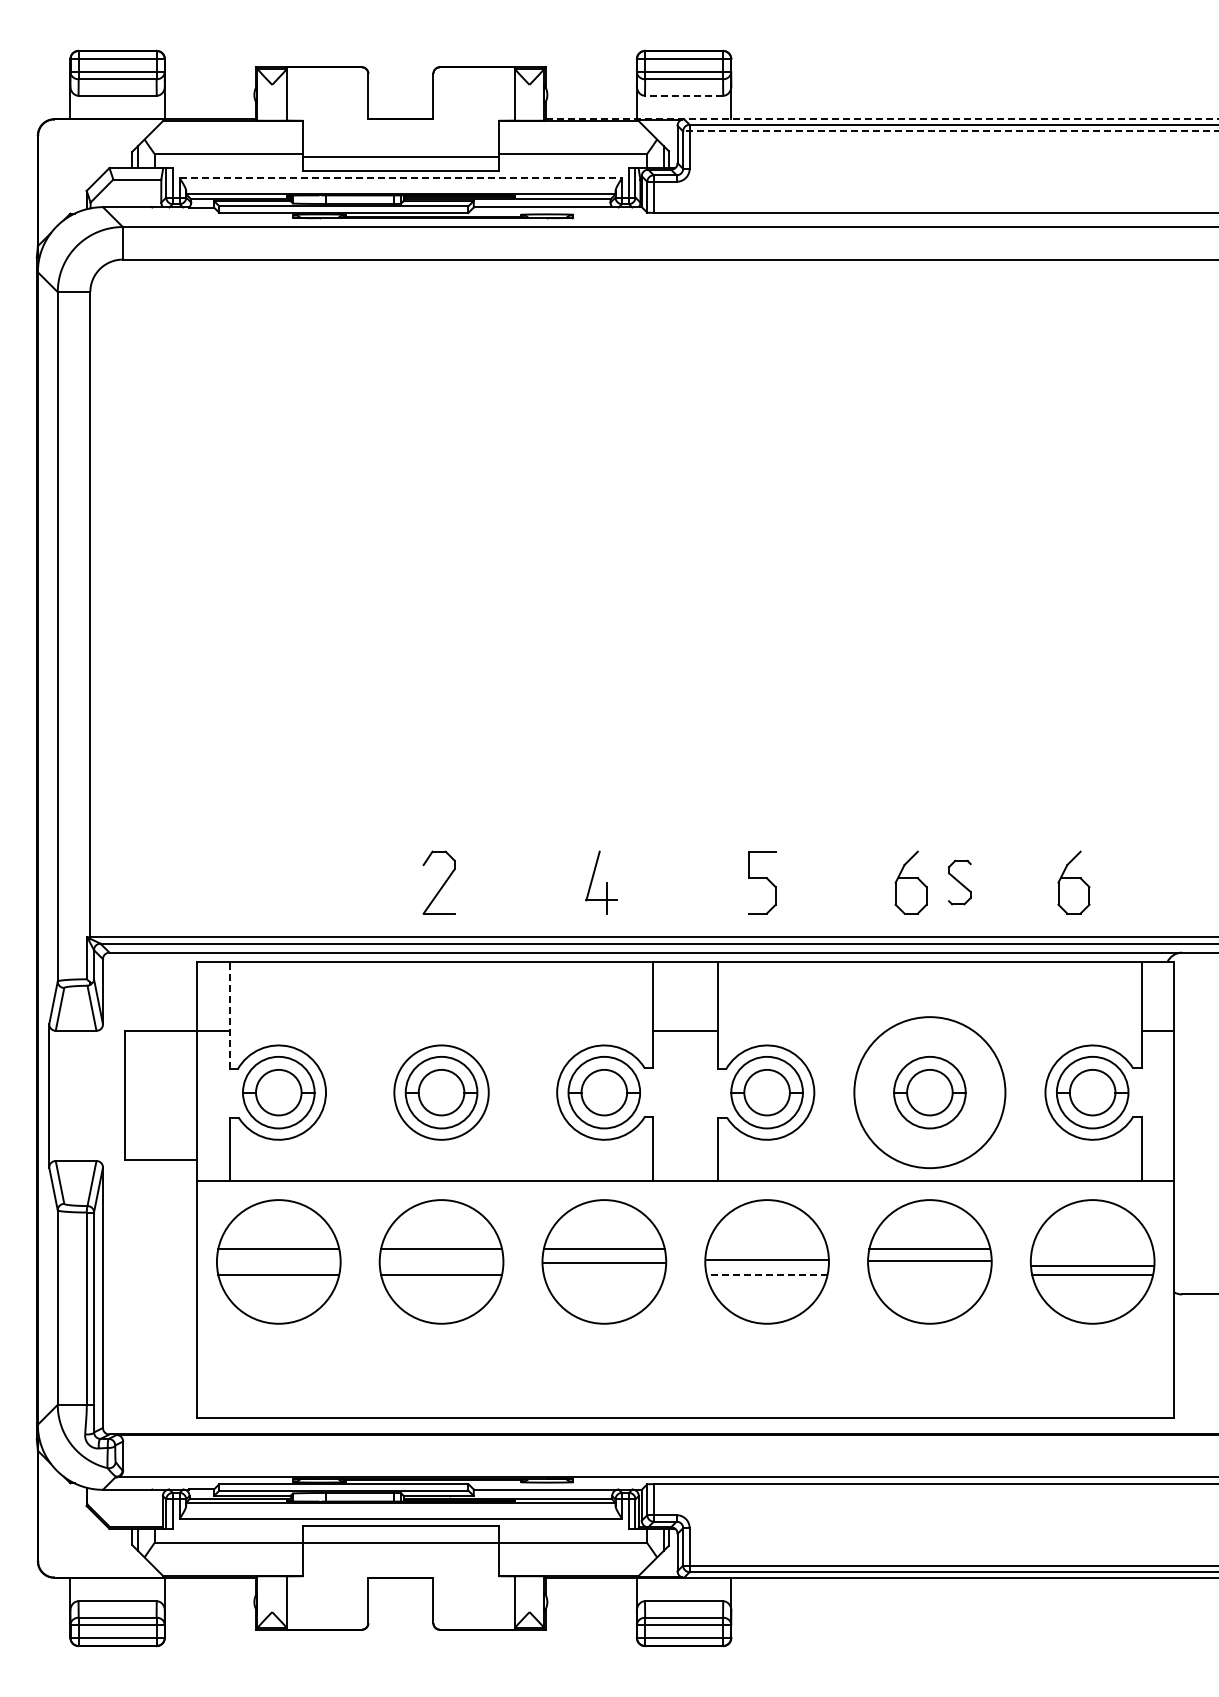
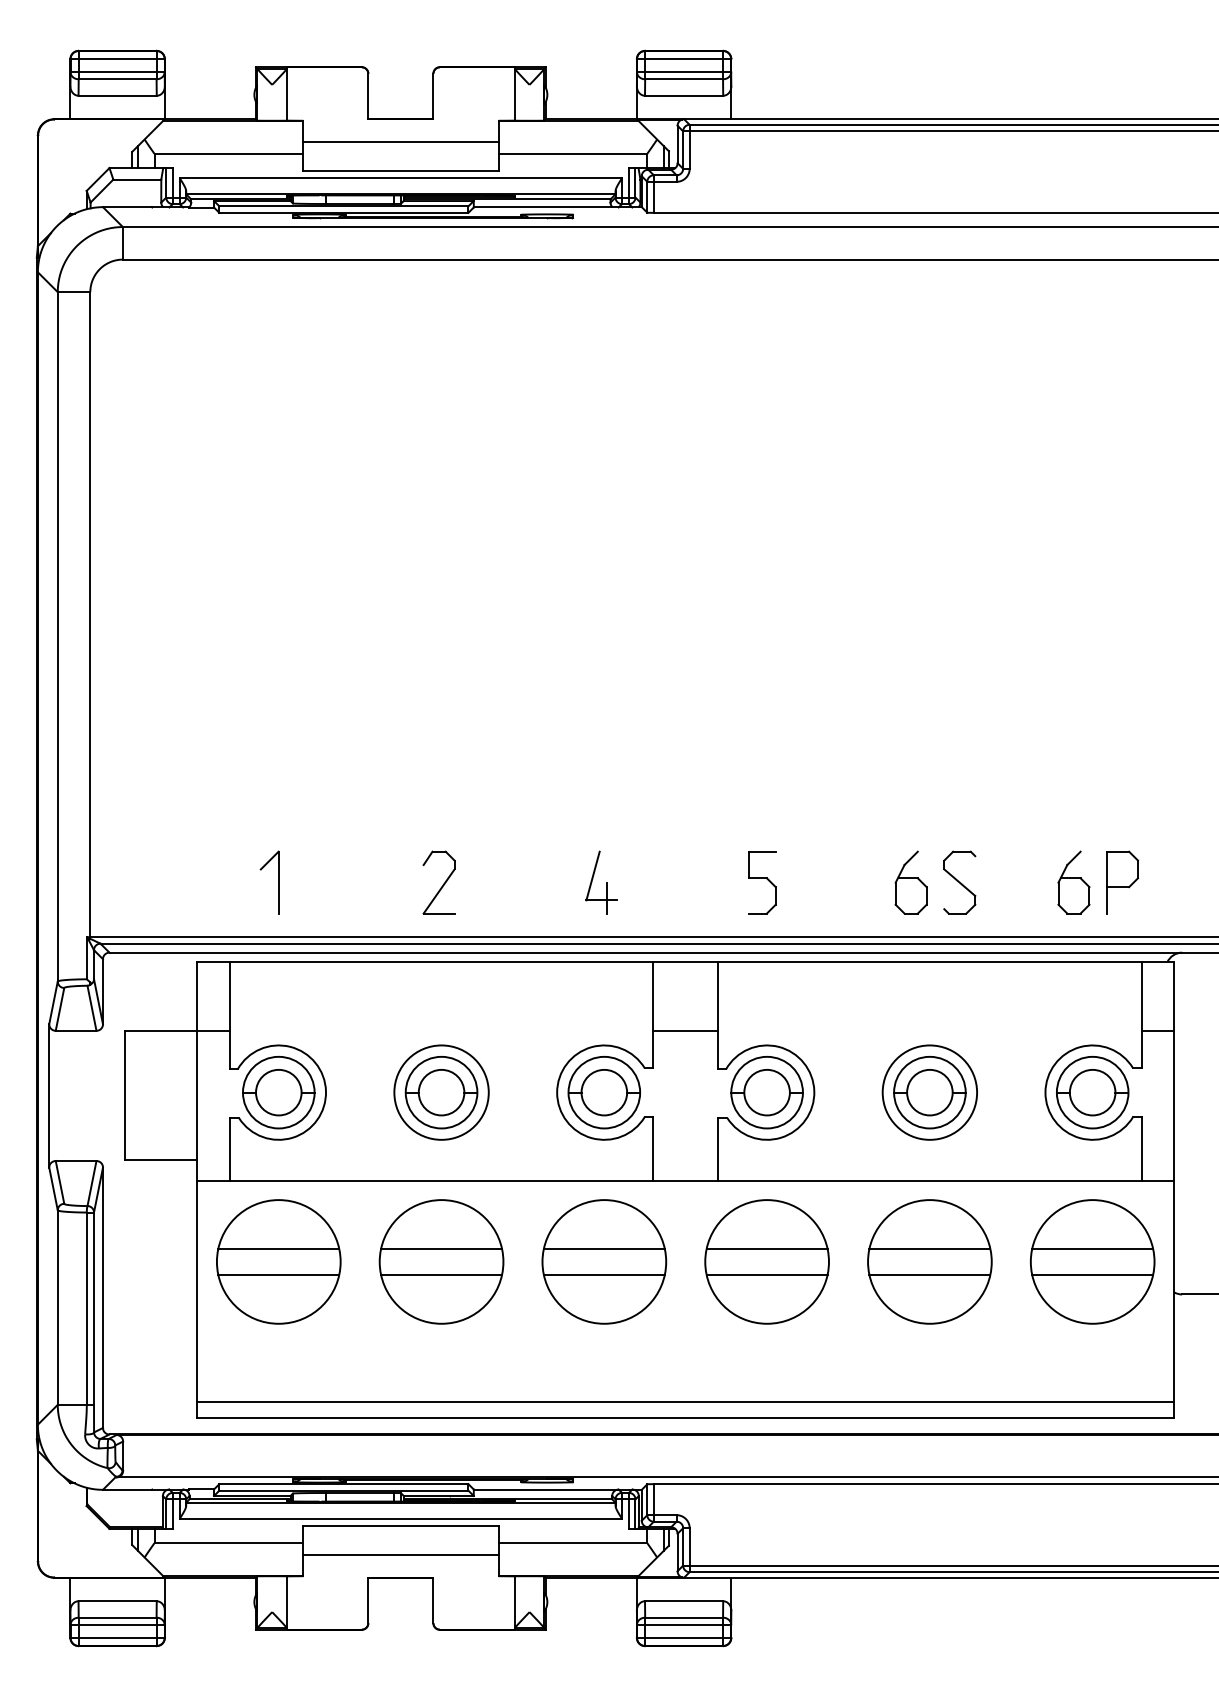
line at (683, 95): dashed -> solid
line at (882, 119): dashed -> solid
line at (950, 131): dashed -> solid
line at (400, 157) position: (400, 157) -> (400, 142)
line at (401, 178): dashed -> solid
part at (278, 882): none -> present
part at (959, 882) size: 24x47 px -> 34x65 px
part at (1122, 882): none -> present
line at (229, 1015): dashed -> solid
circle at (929, 1092) diameter: 151 px -> 94 px
line at (766, 1259) position: (766, 1259) -> (766, 1248)
line at (929, 1260) position: (929, 1260) -> (929, 1274)
line at (603, 1262) position: (603, 1262) -> (603, 1274)
line at (1092, 1265) position: (1092, 1265) -> (1092, 1248)
line at (766, 1274): dashed -> solid
line at (685, 1401): none -> present
line at (400, 1542) position: (400, 1542) -> (400, 1554)
